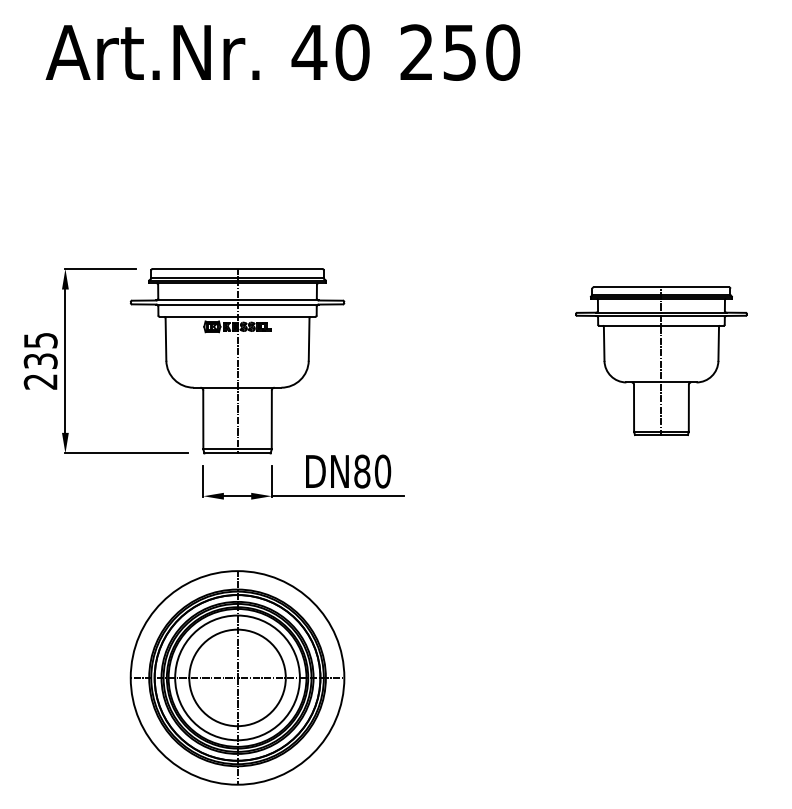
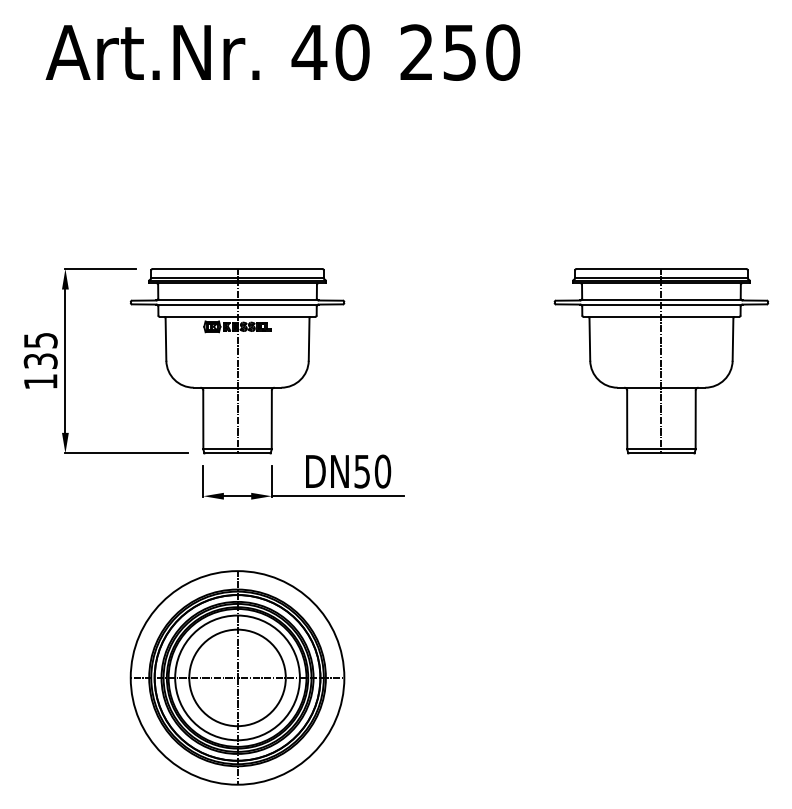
part at (661, 360) size: 173x150 px -> 217x187 px
text at (40, 381): 235 -> 135
text at (362, 471): DN80 -> DN50
